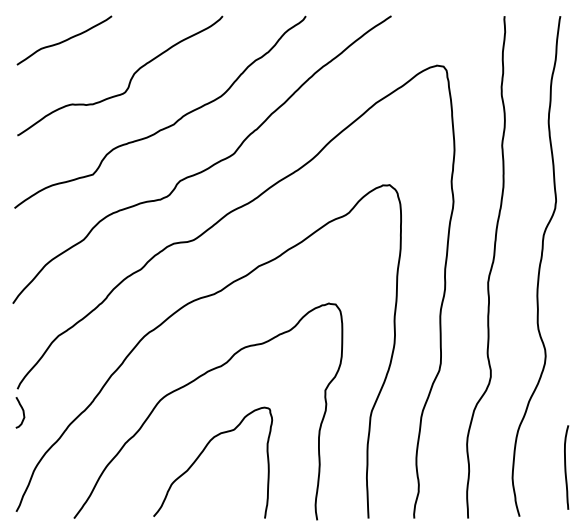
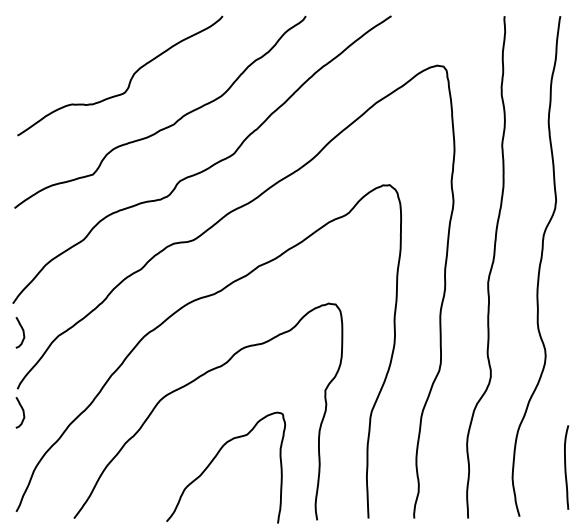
curve at (64, 40): present -> none
curve at (22, 332): none -> present
curve at (202, 453) position: (202, 453) -> (215, 458)
